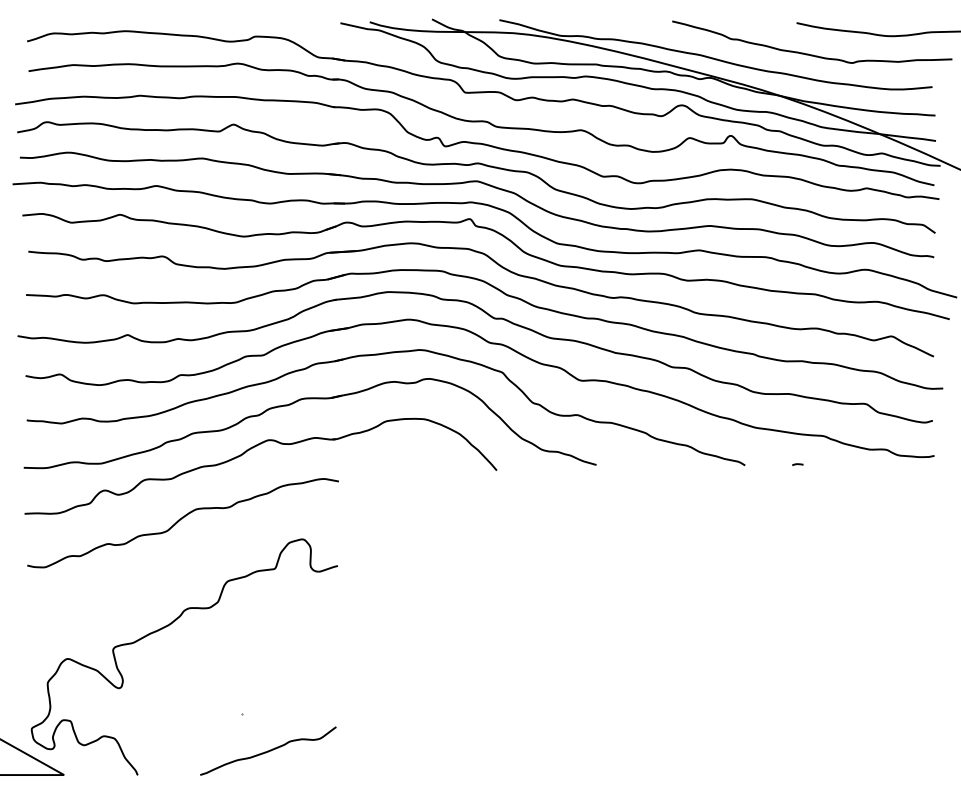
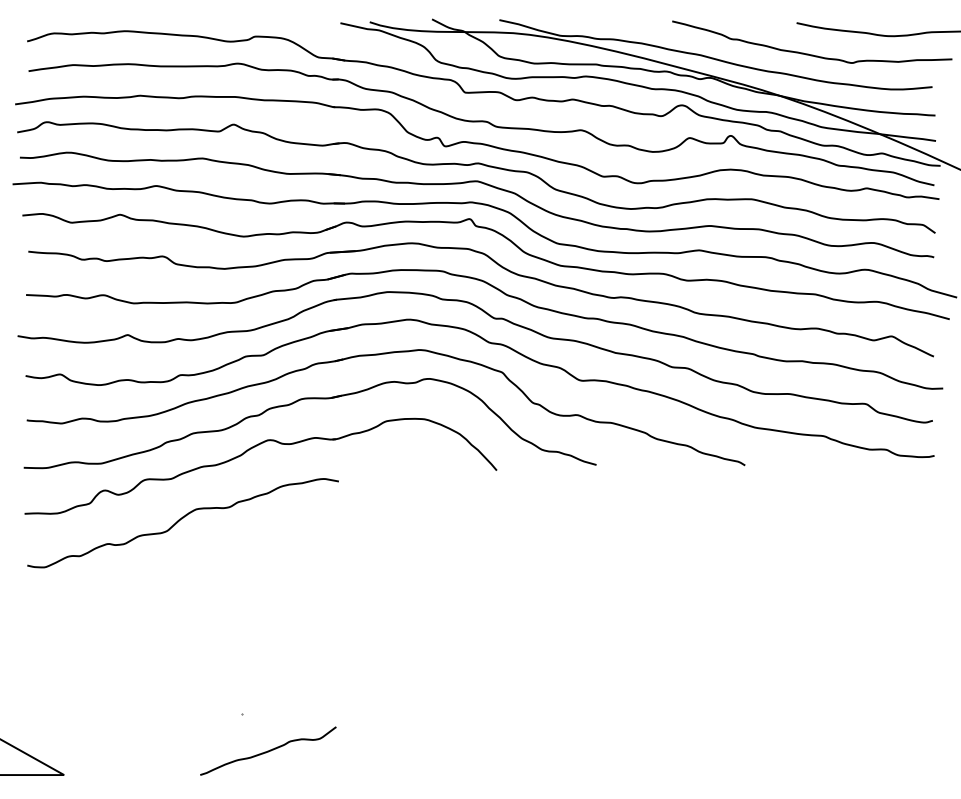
curve at (797, 464): present -> none
part at (168, 626): present -> none
